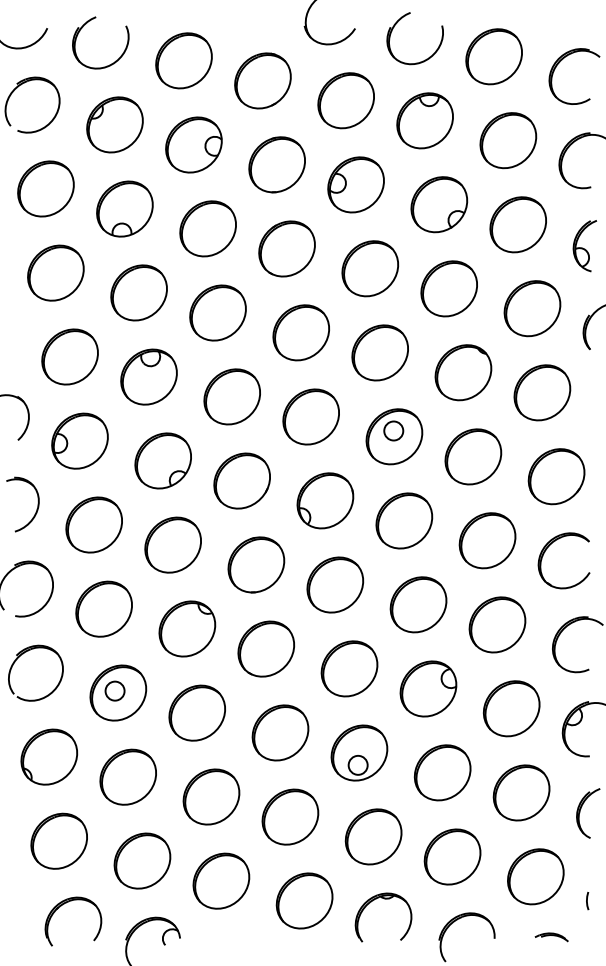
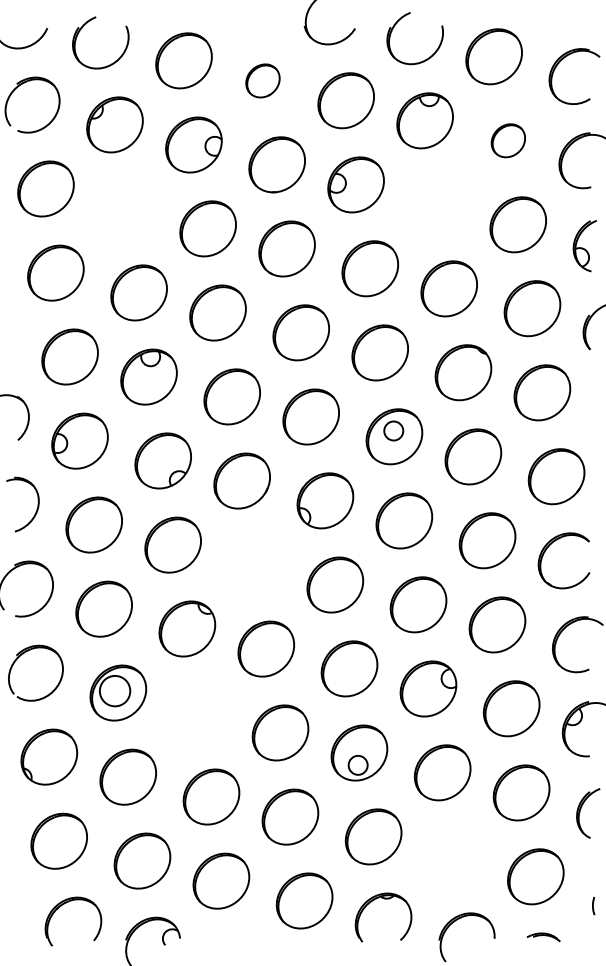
part at (262, 80) size: 58x58 px -> 36x36 px
part at (508, 140) size: 59x58 px -> 36x36 px
part at (439, 204): present -> none
part at (124, 208): present -> none
part at (256, 564): present -> none
circle at (114, 690) diameter: 19 px -> 30 px
part at (196, 712): present -> none
part at (452, 856): present -> none
line at (587, 901) position: (587, 901) -> (593, 906)
part at (551, 937) position: (551, 937) -> (543, 937)
